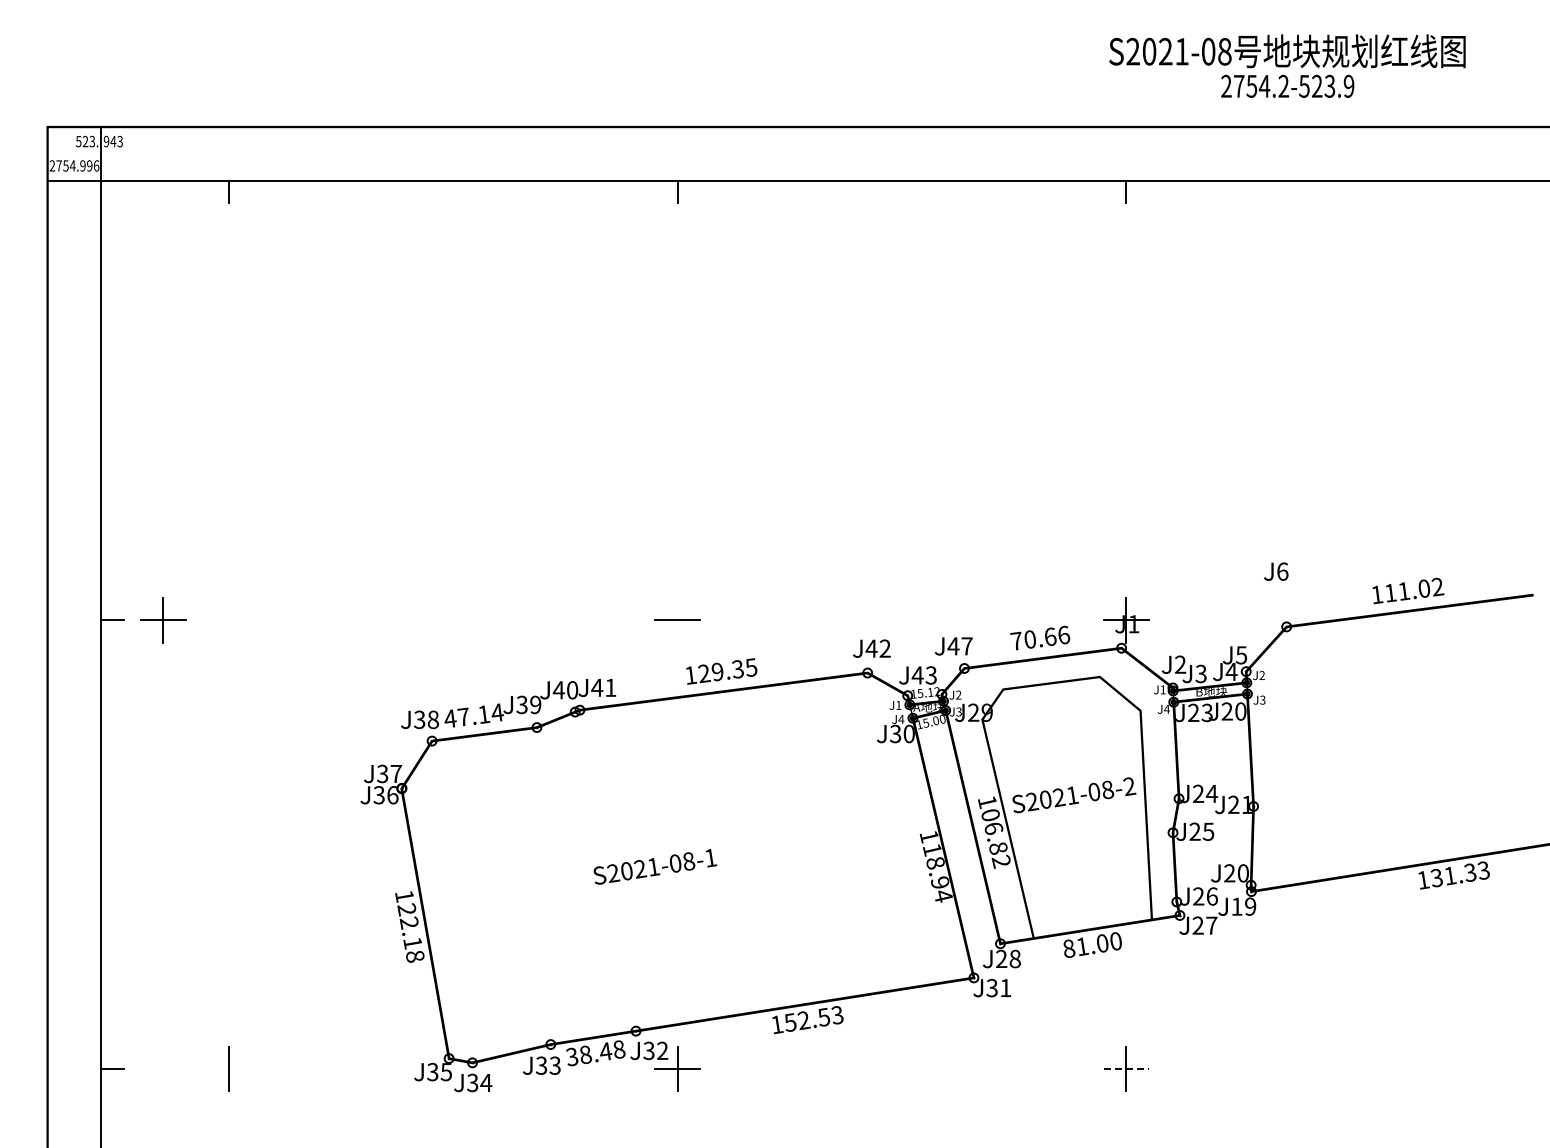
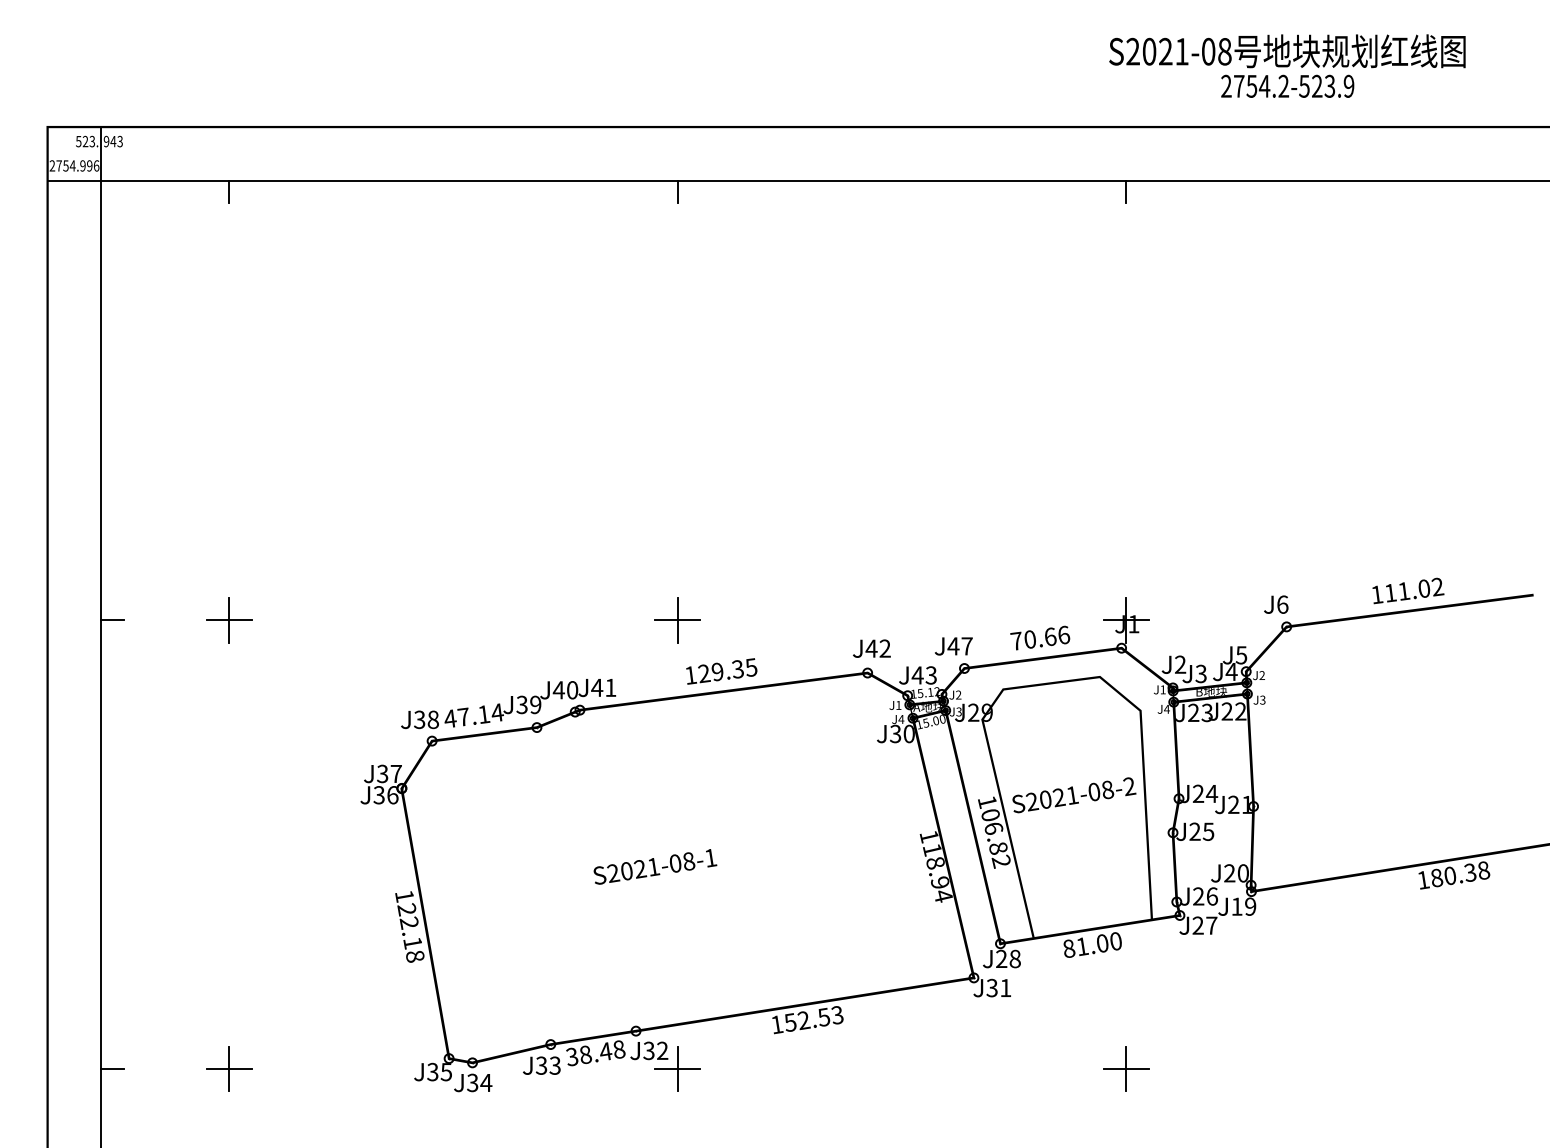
text at (1276, 571) position: (1276, 571) -> (1276, 604)
part at (163, 620) position: (163, 620) -> (229, 620)
line at (677, 620): none -> present
text at (1240, 711): J20 -> J22
text at (1460, 874): 131.33 -> 180.38
line at (228, 1069): none -> present
line at (1126, 1069): dashed -> solid
